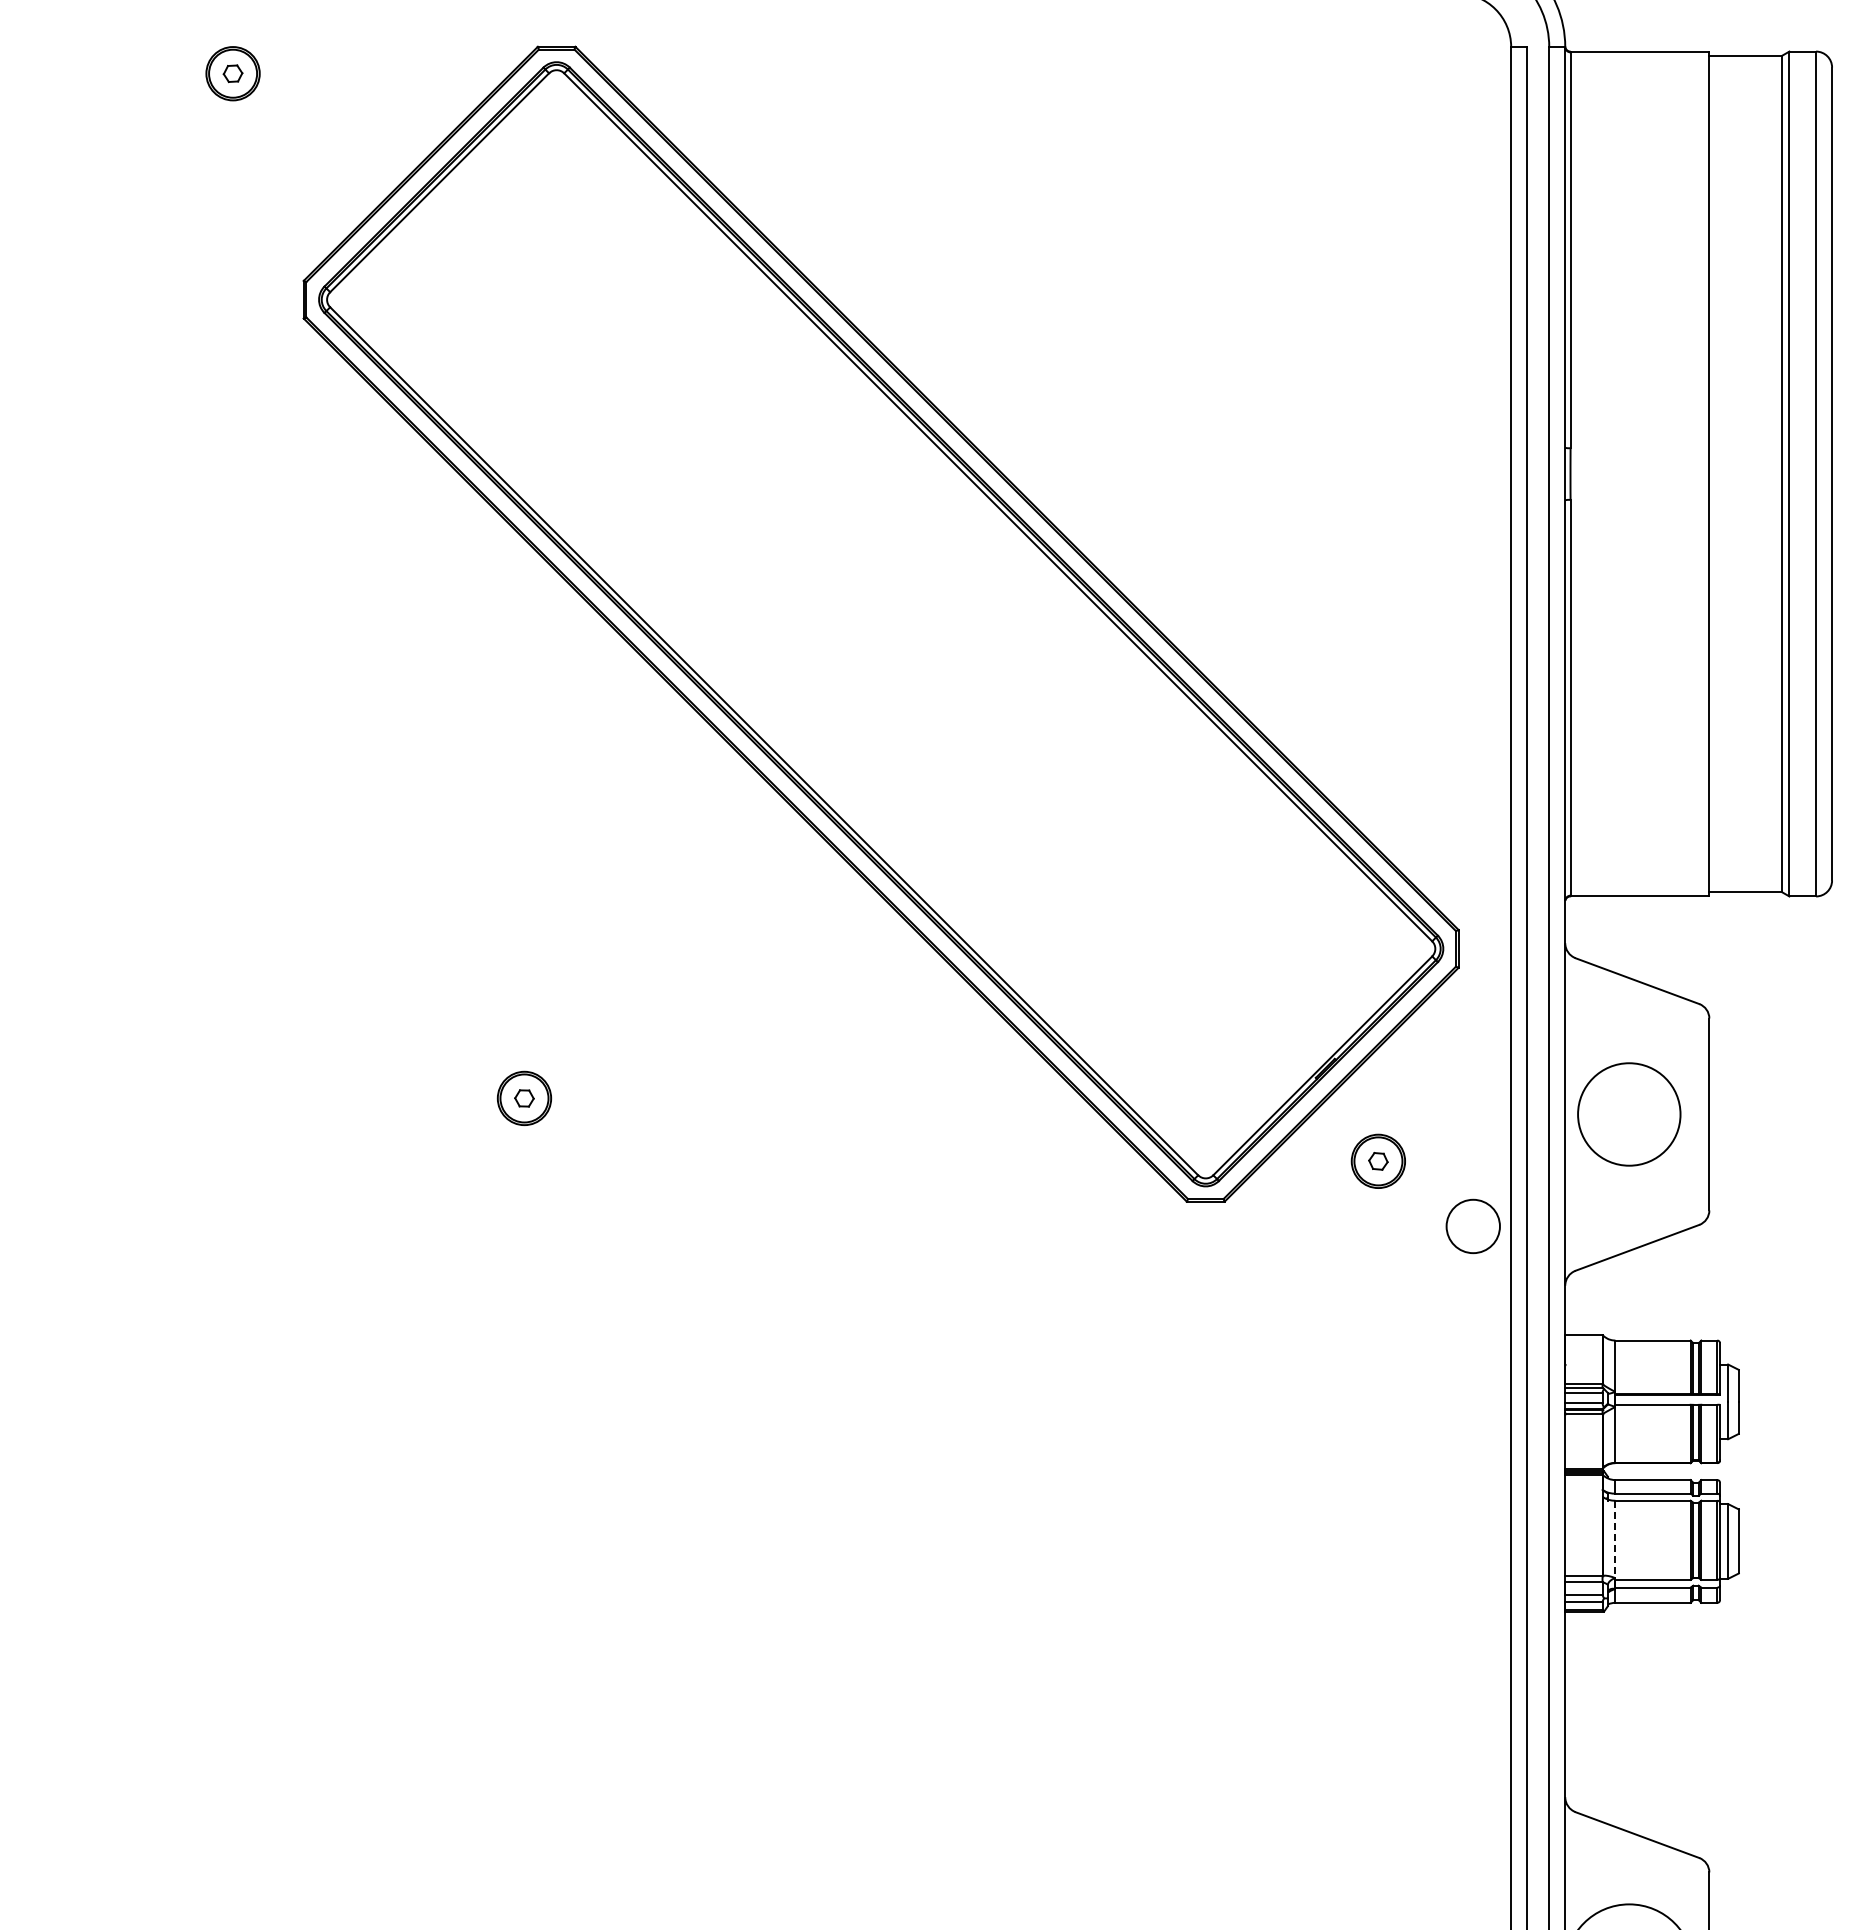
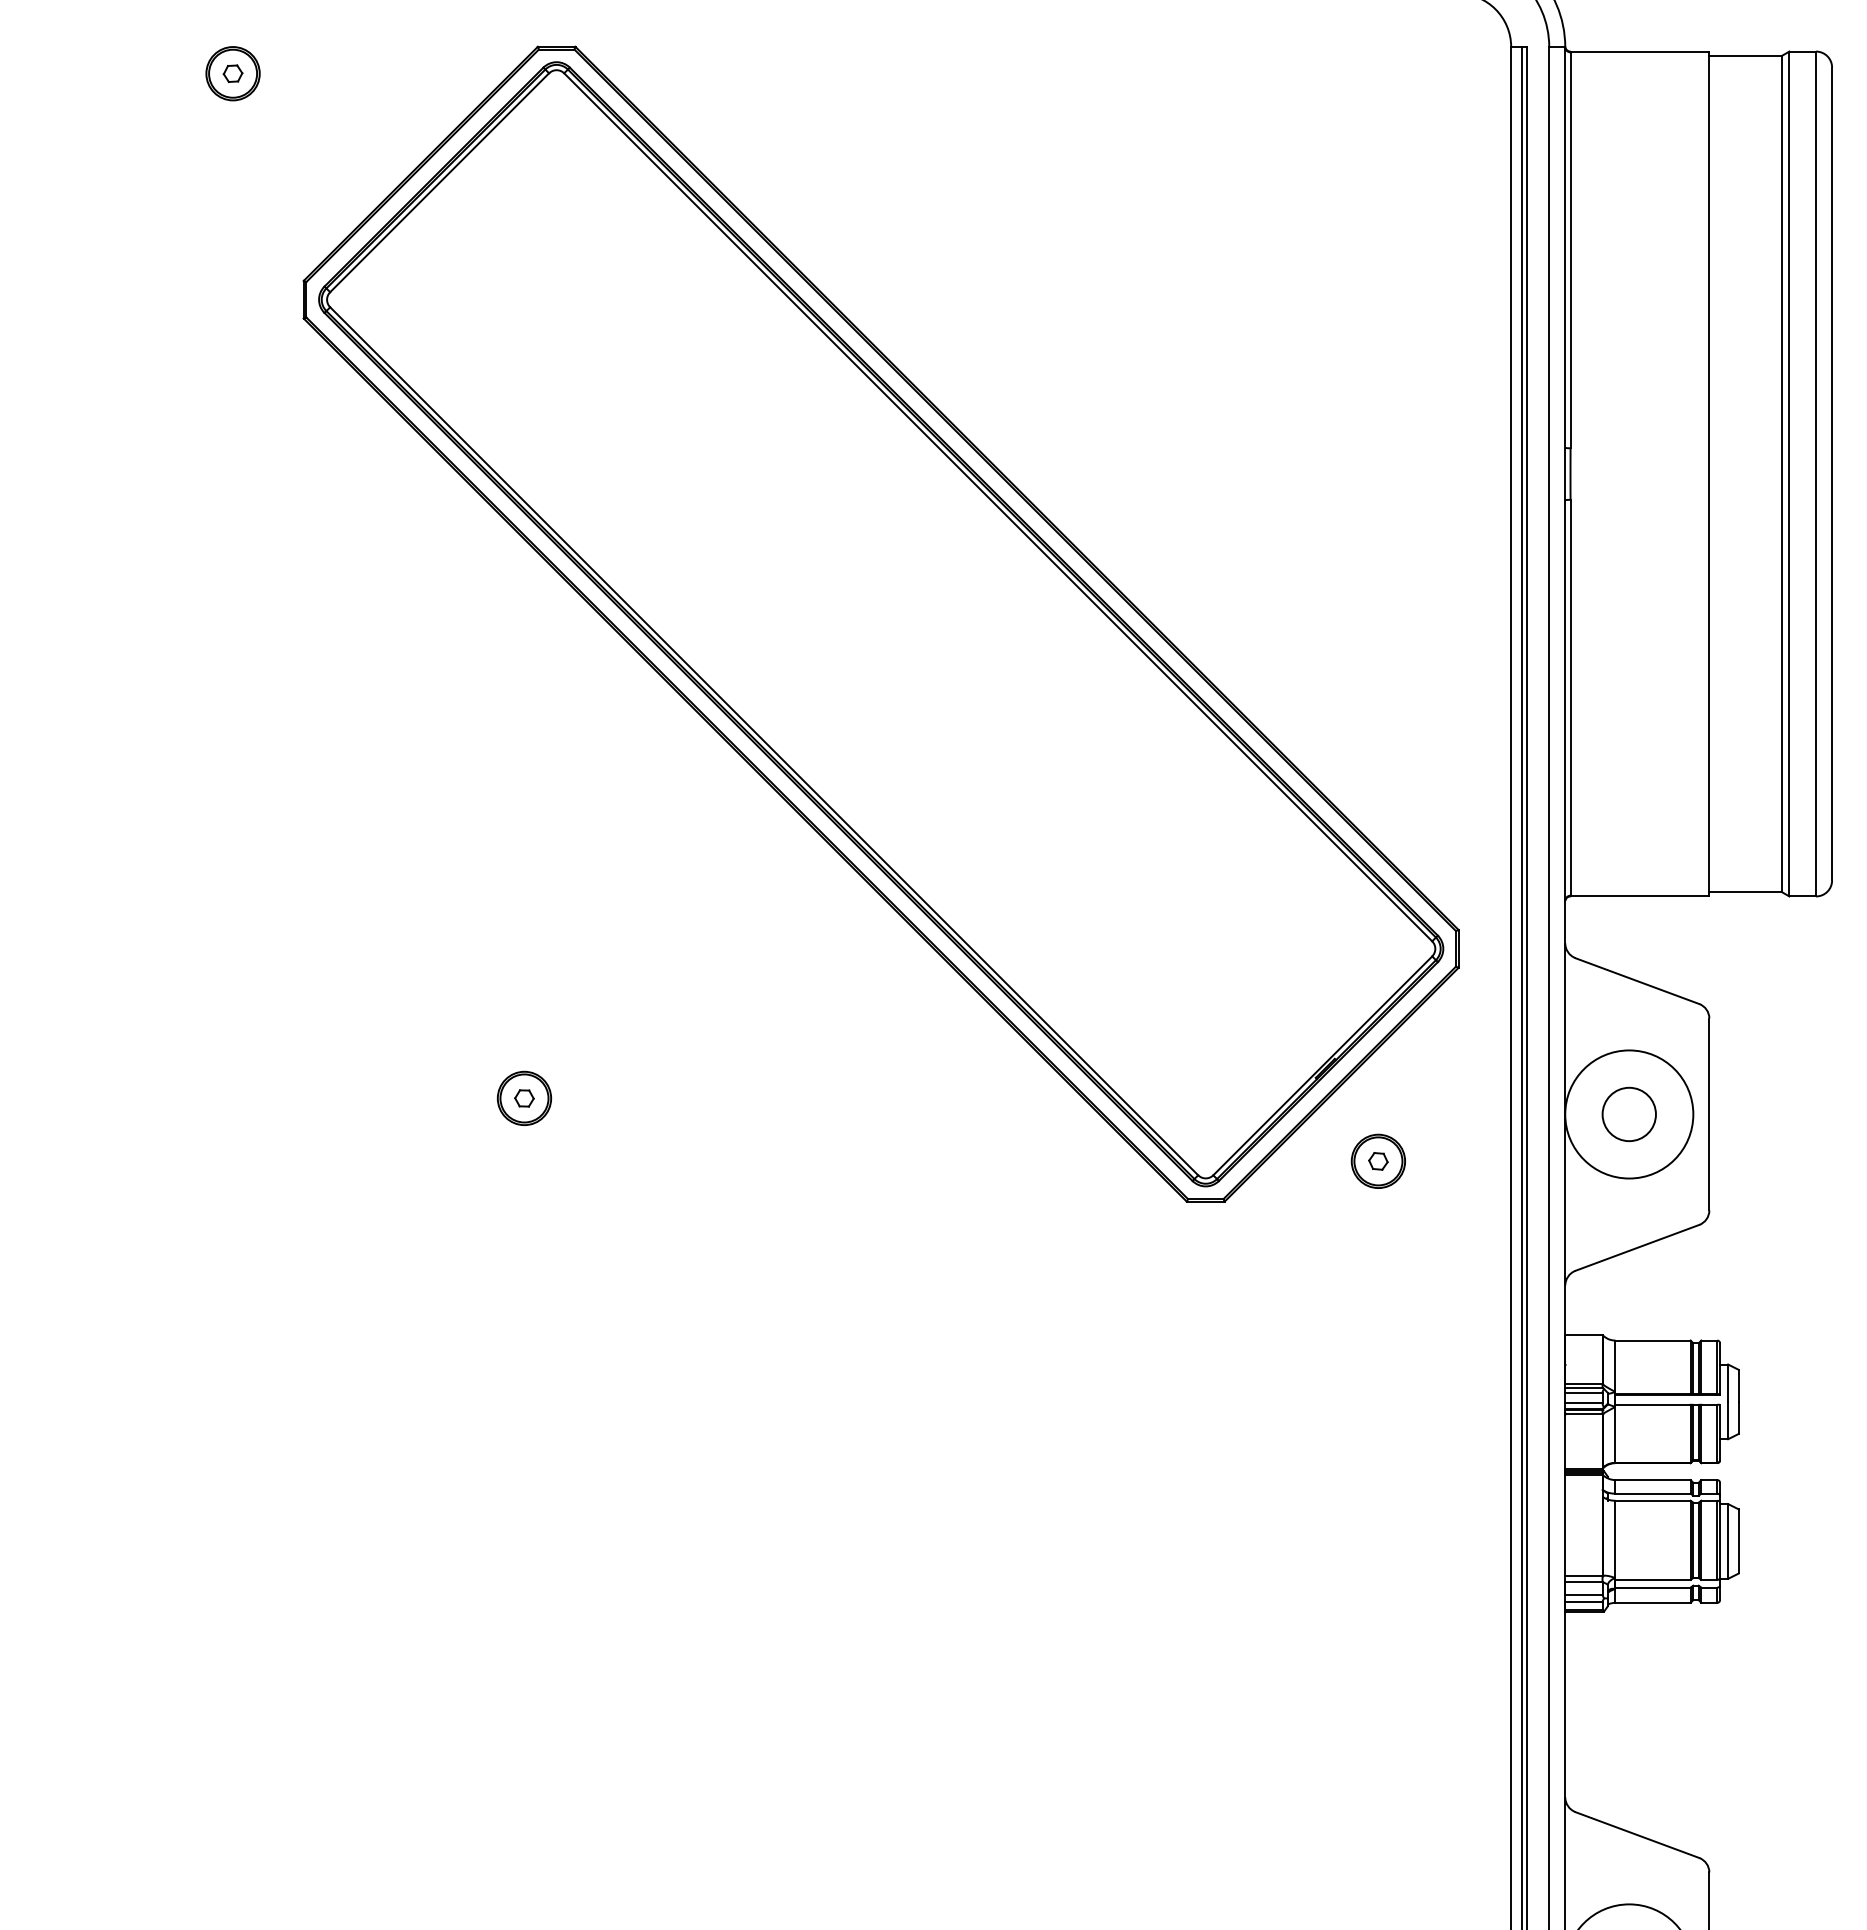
line at (1521, 986): none -> present
circle at (1629, 1114) diameter: 102 px -> 128 px
circle at (1472, 1226) position: (1472, 1226) -> (1628, 1114)
line at (1615, 1540): dashed -> solid
